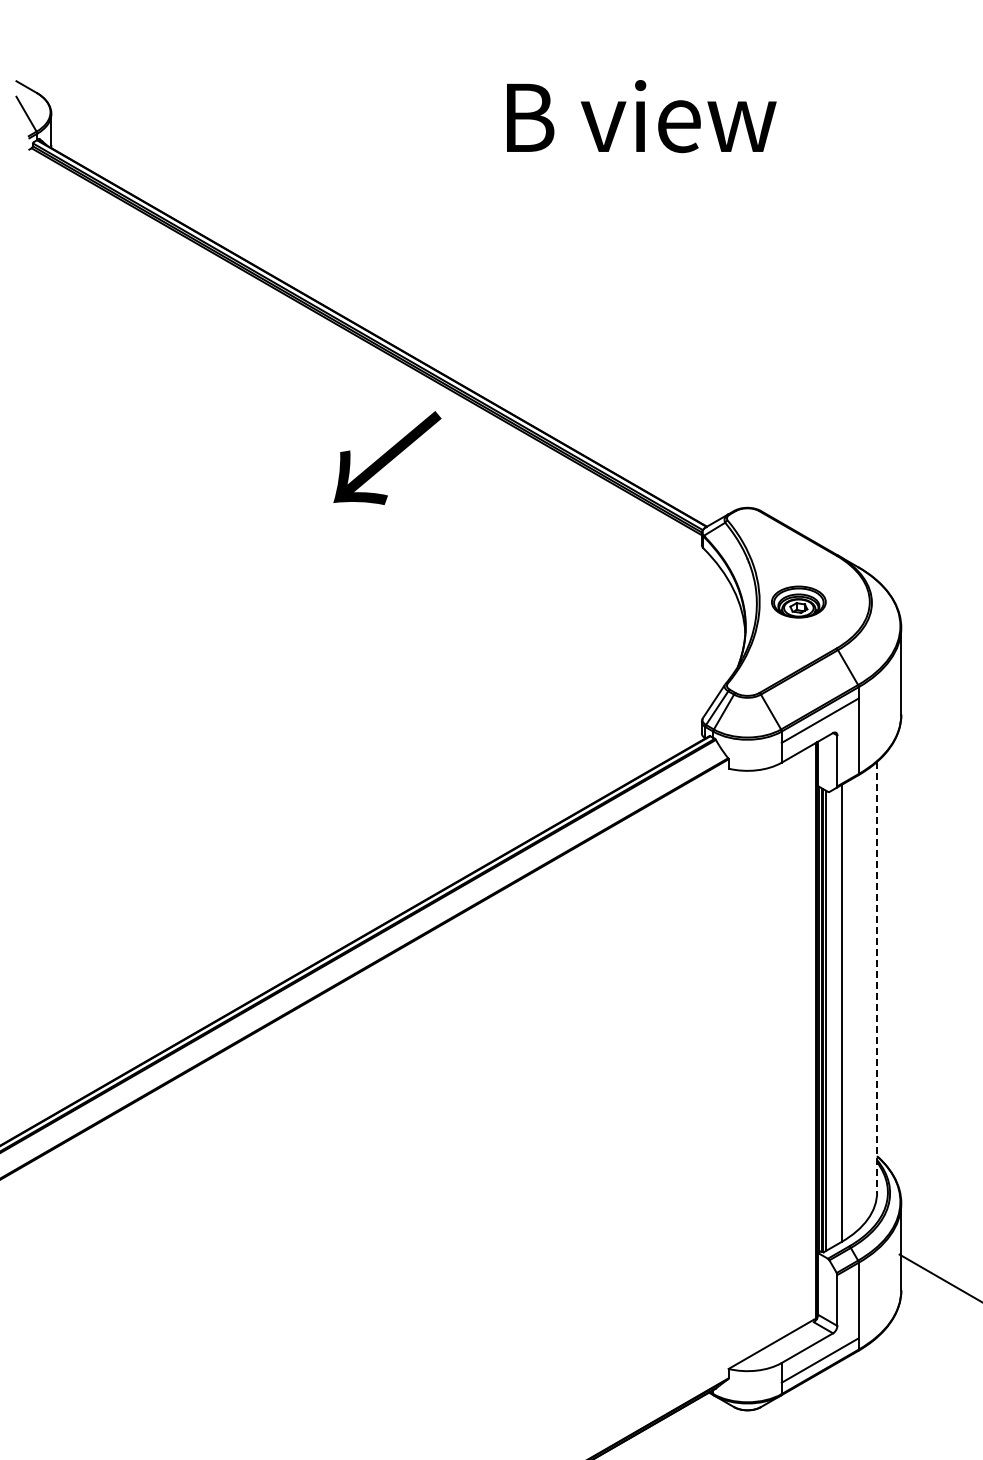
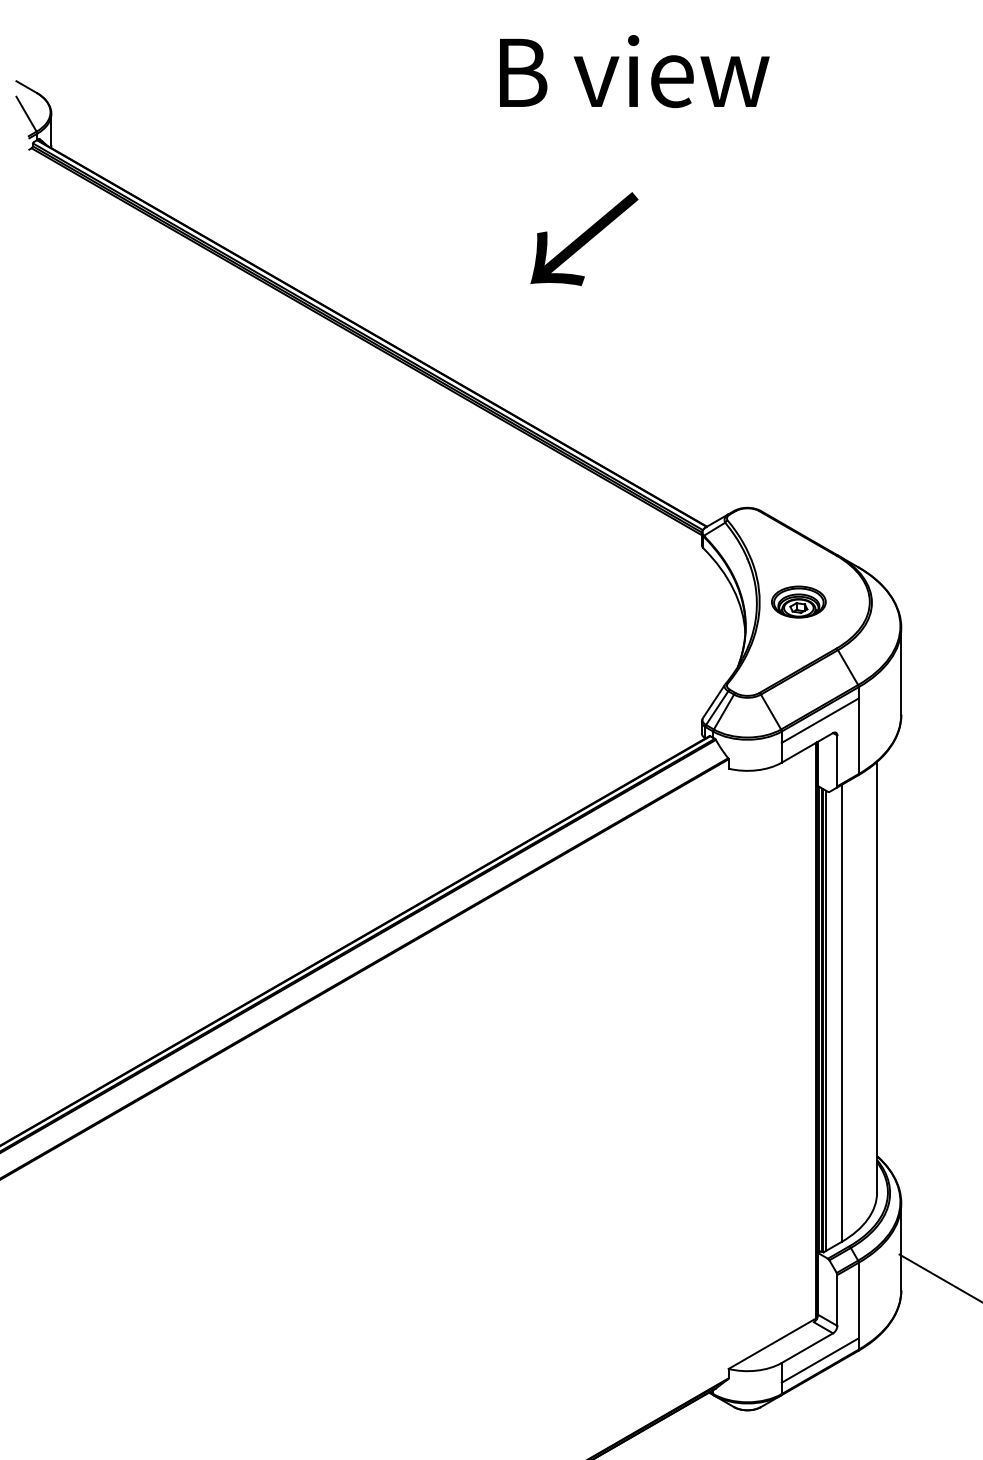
text at (641, 116) position: (641, 116) -> (634, 71)
text at (387, 457) position: (387, 457) -> (584, 238)
line at (877, 977): dashed -> solid
